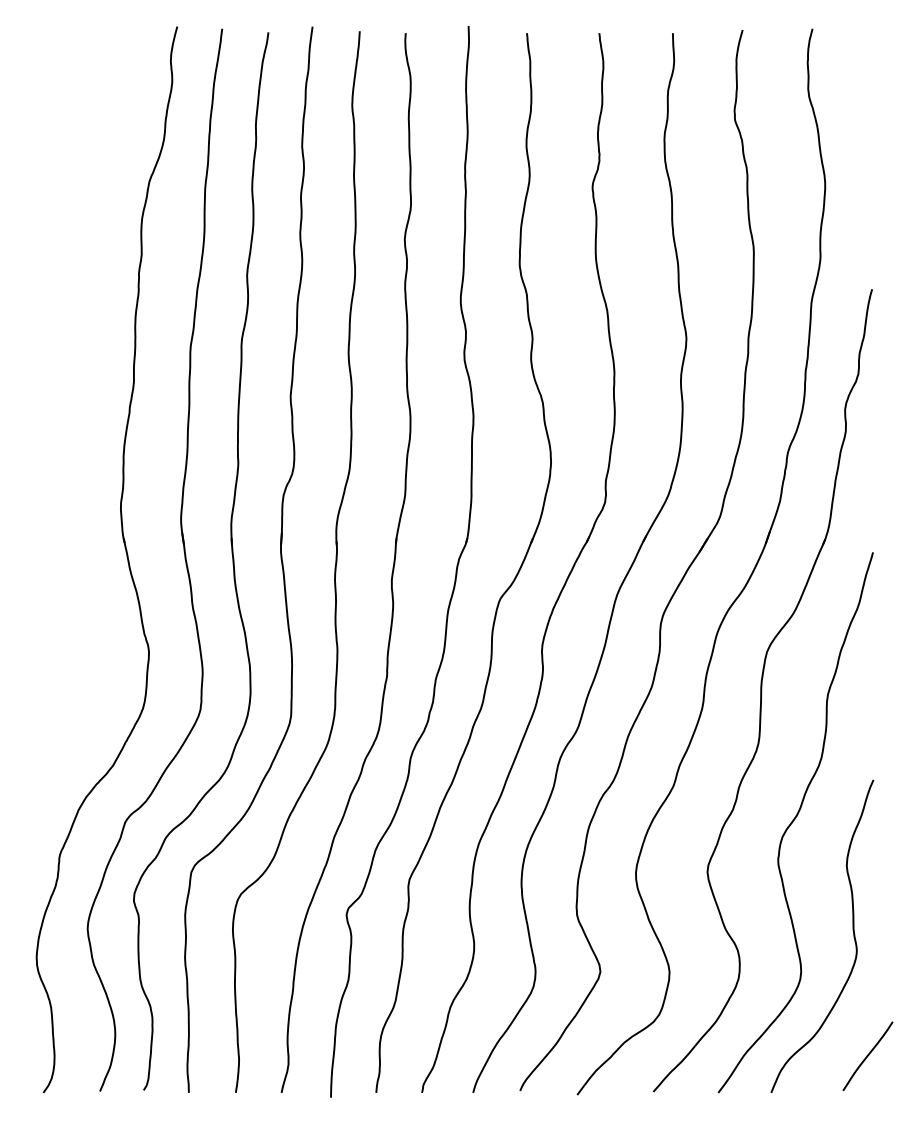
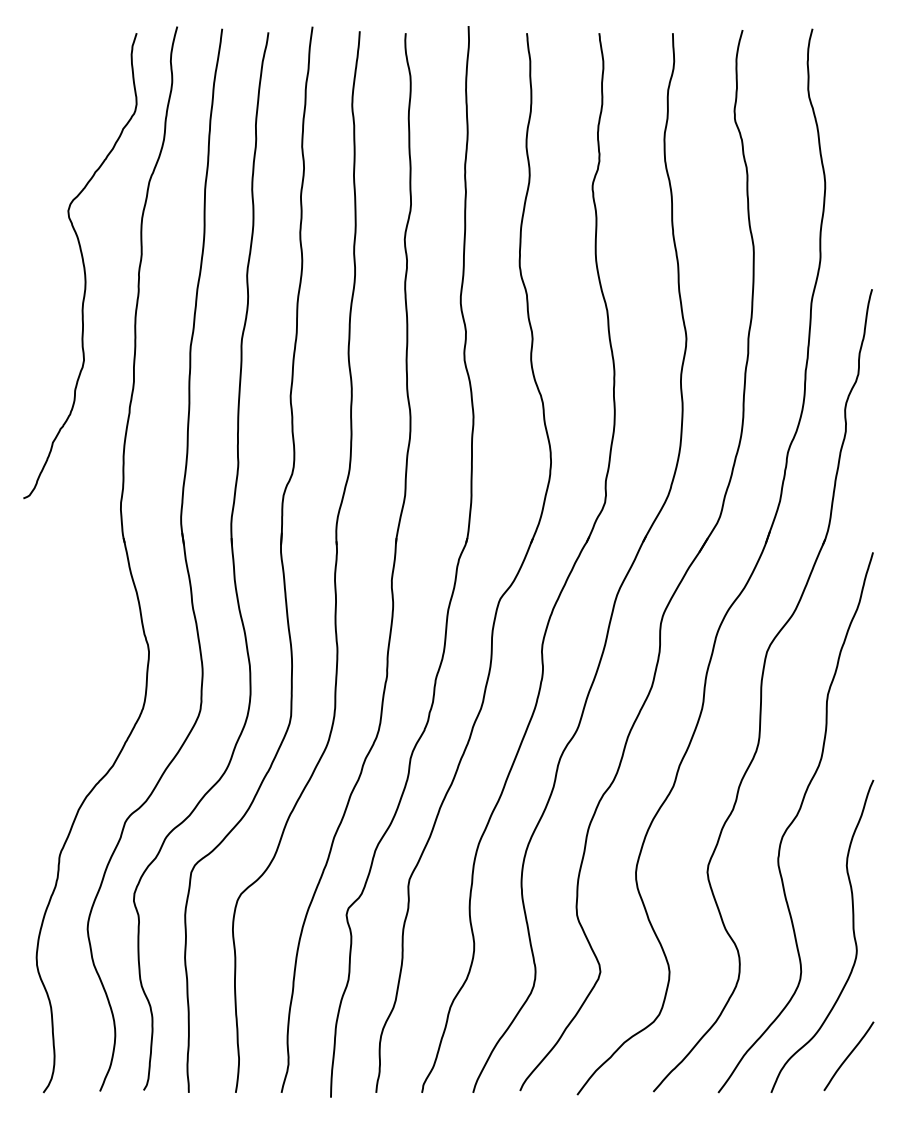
curve at (82, 264): none -> present
curve at (867, 1056) position: (867, 1056) -> (848, 1056)
